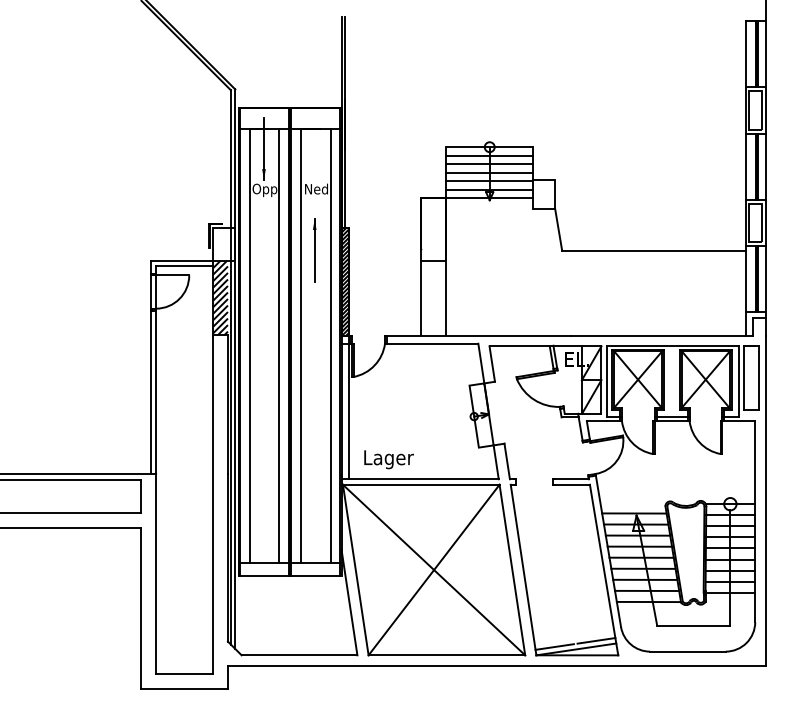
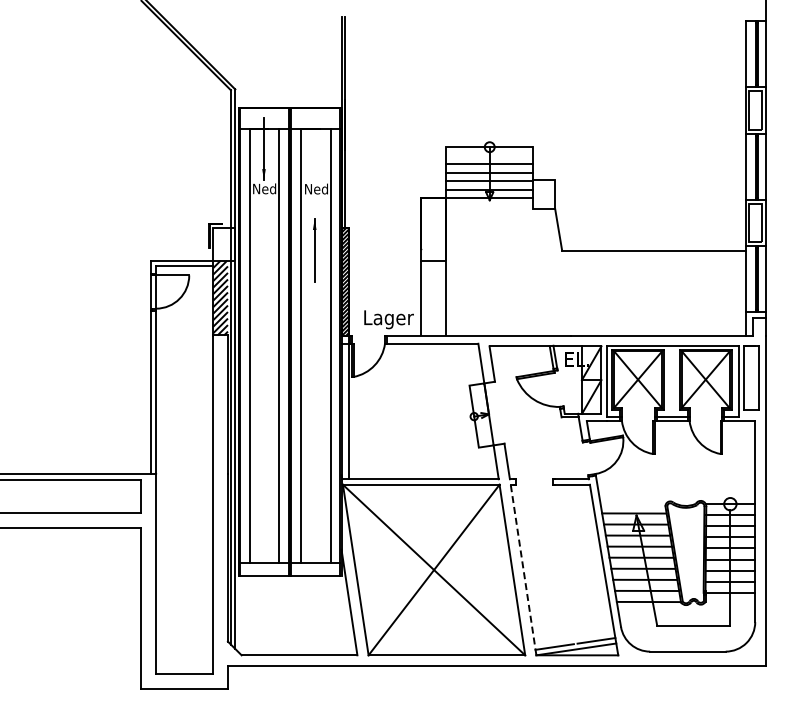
line at (489, 155): present -> none
text at (264, 190): Opp -> Ned
text at (388, 459) position: (388, 459) -> (388, 319)
line at (523, 569): solid -> dashed
